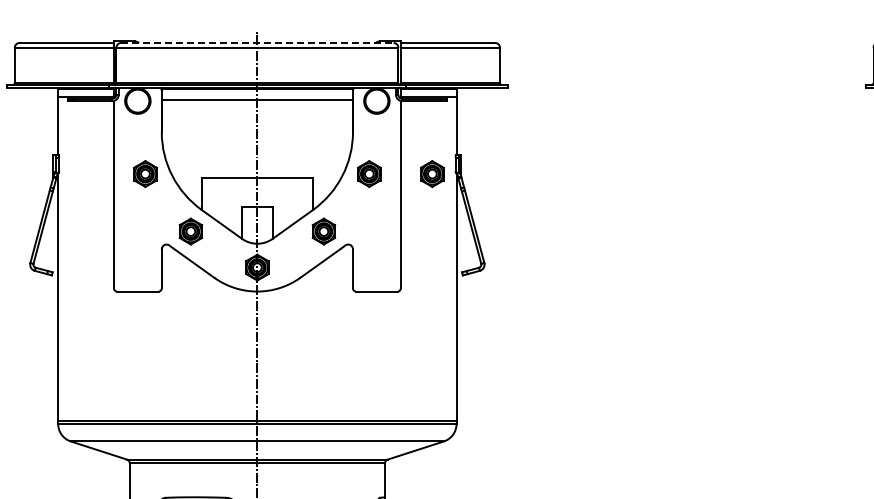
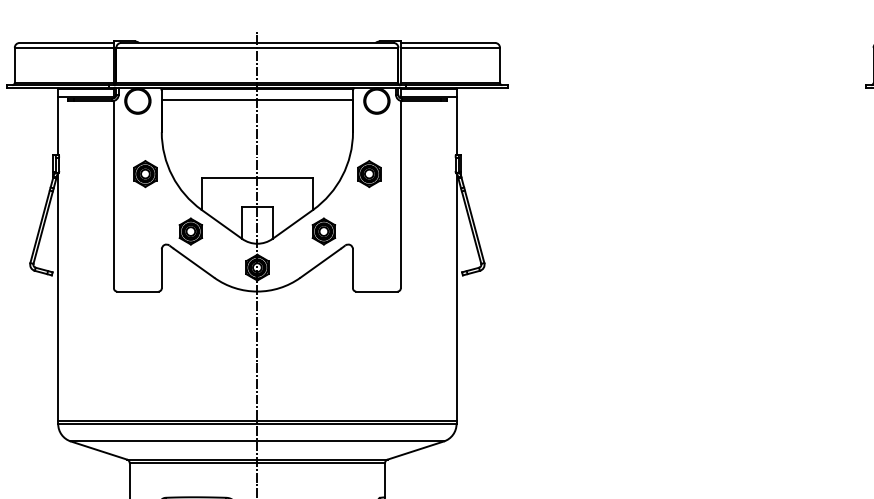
line at (257, 42): dashed -> solid
part at (432, 174): present -> none
